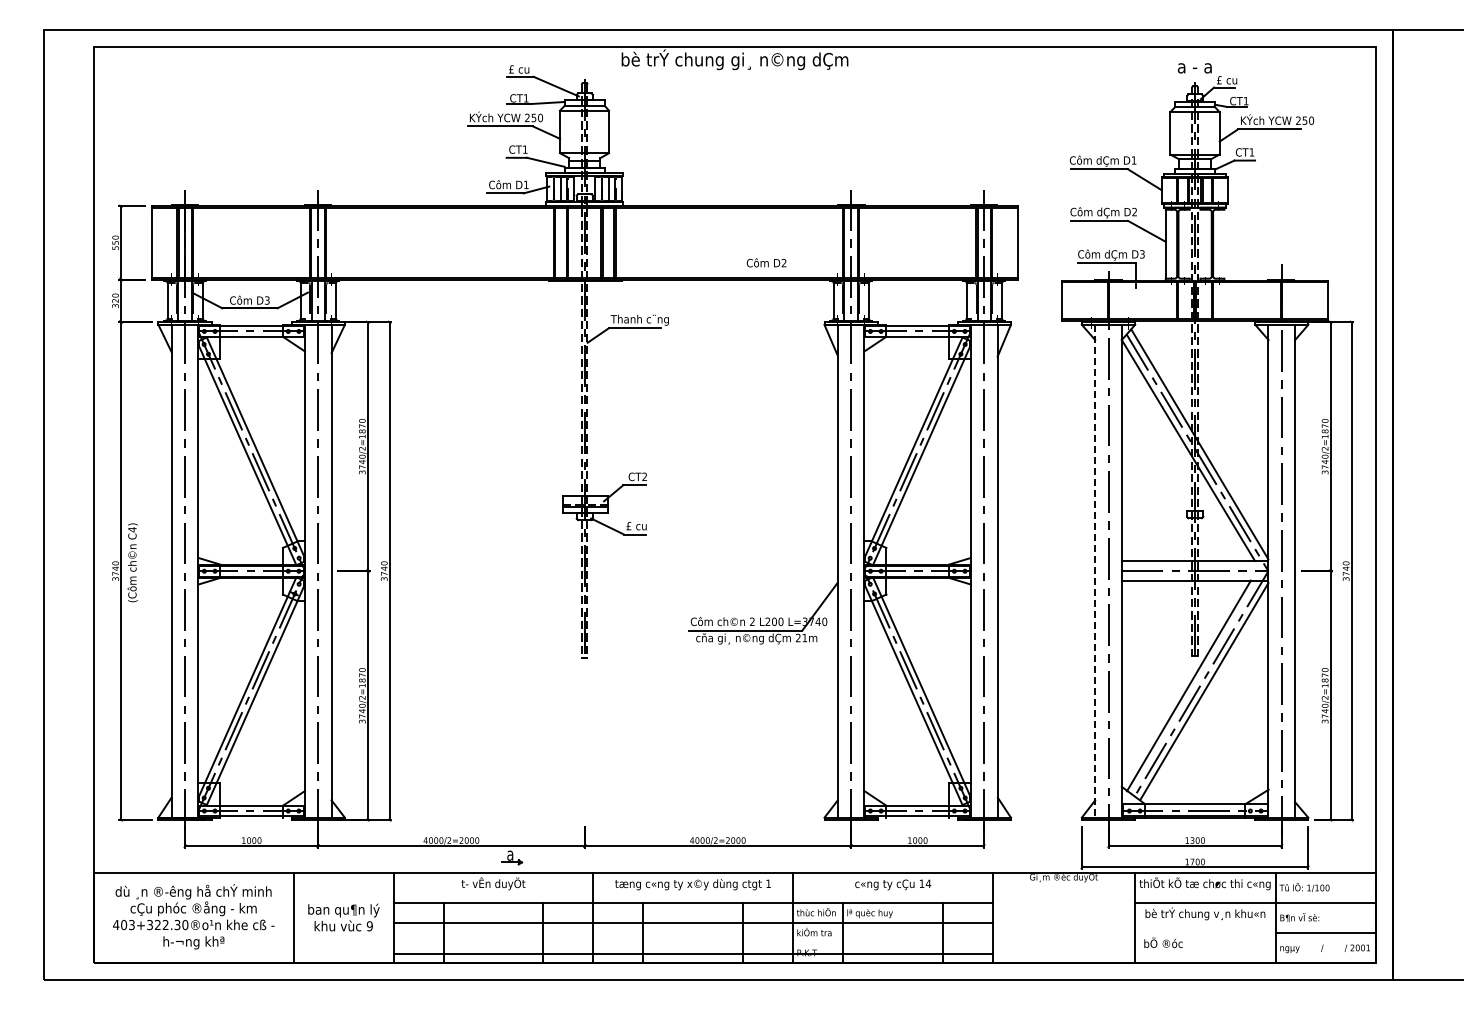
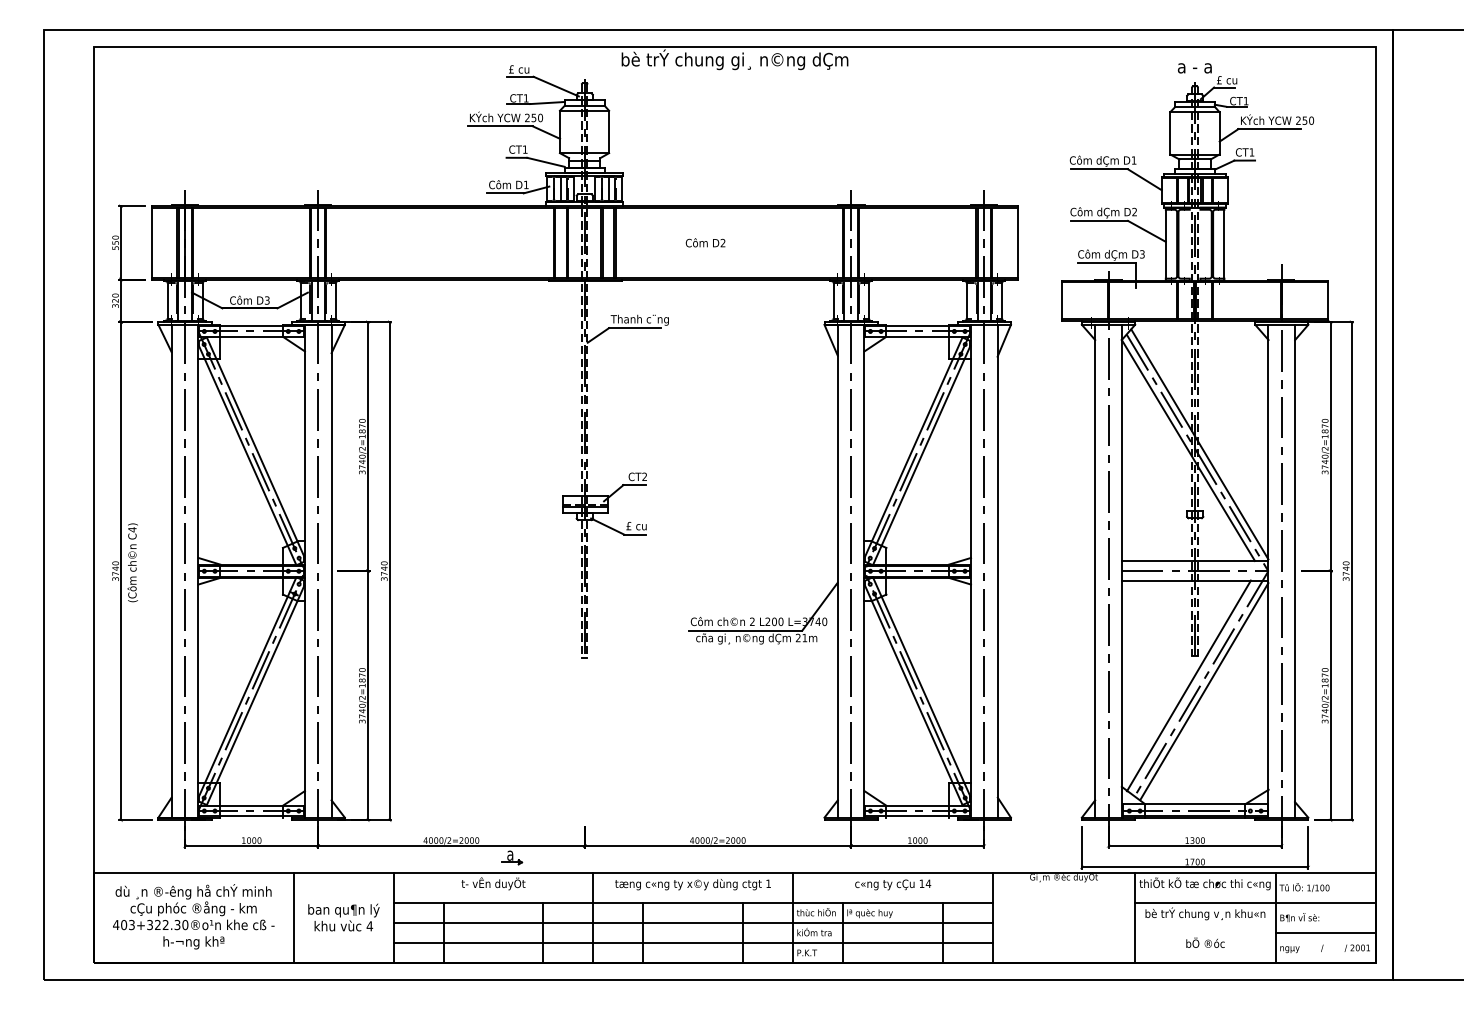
line at (1224, 243): none -> present
text at (766, 262) position: (766, 262) -> (705, 242)
line at (1095, 571): dashed -> solid
text at (369, 926): 9 -> 4
text at (1163, 942) position: (1163, 942) -> (1205, 942)
line at (693, 953) position: (693, 953) -> (693, 942)
